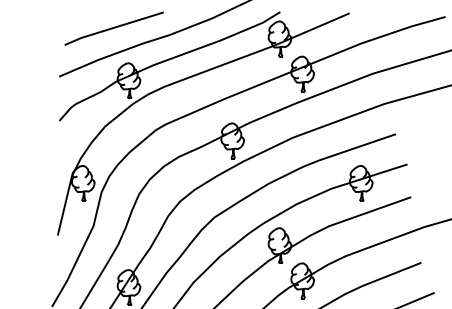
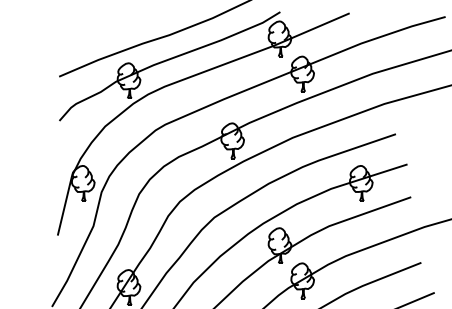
line at (113, 28): present -> none
